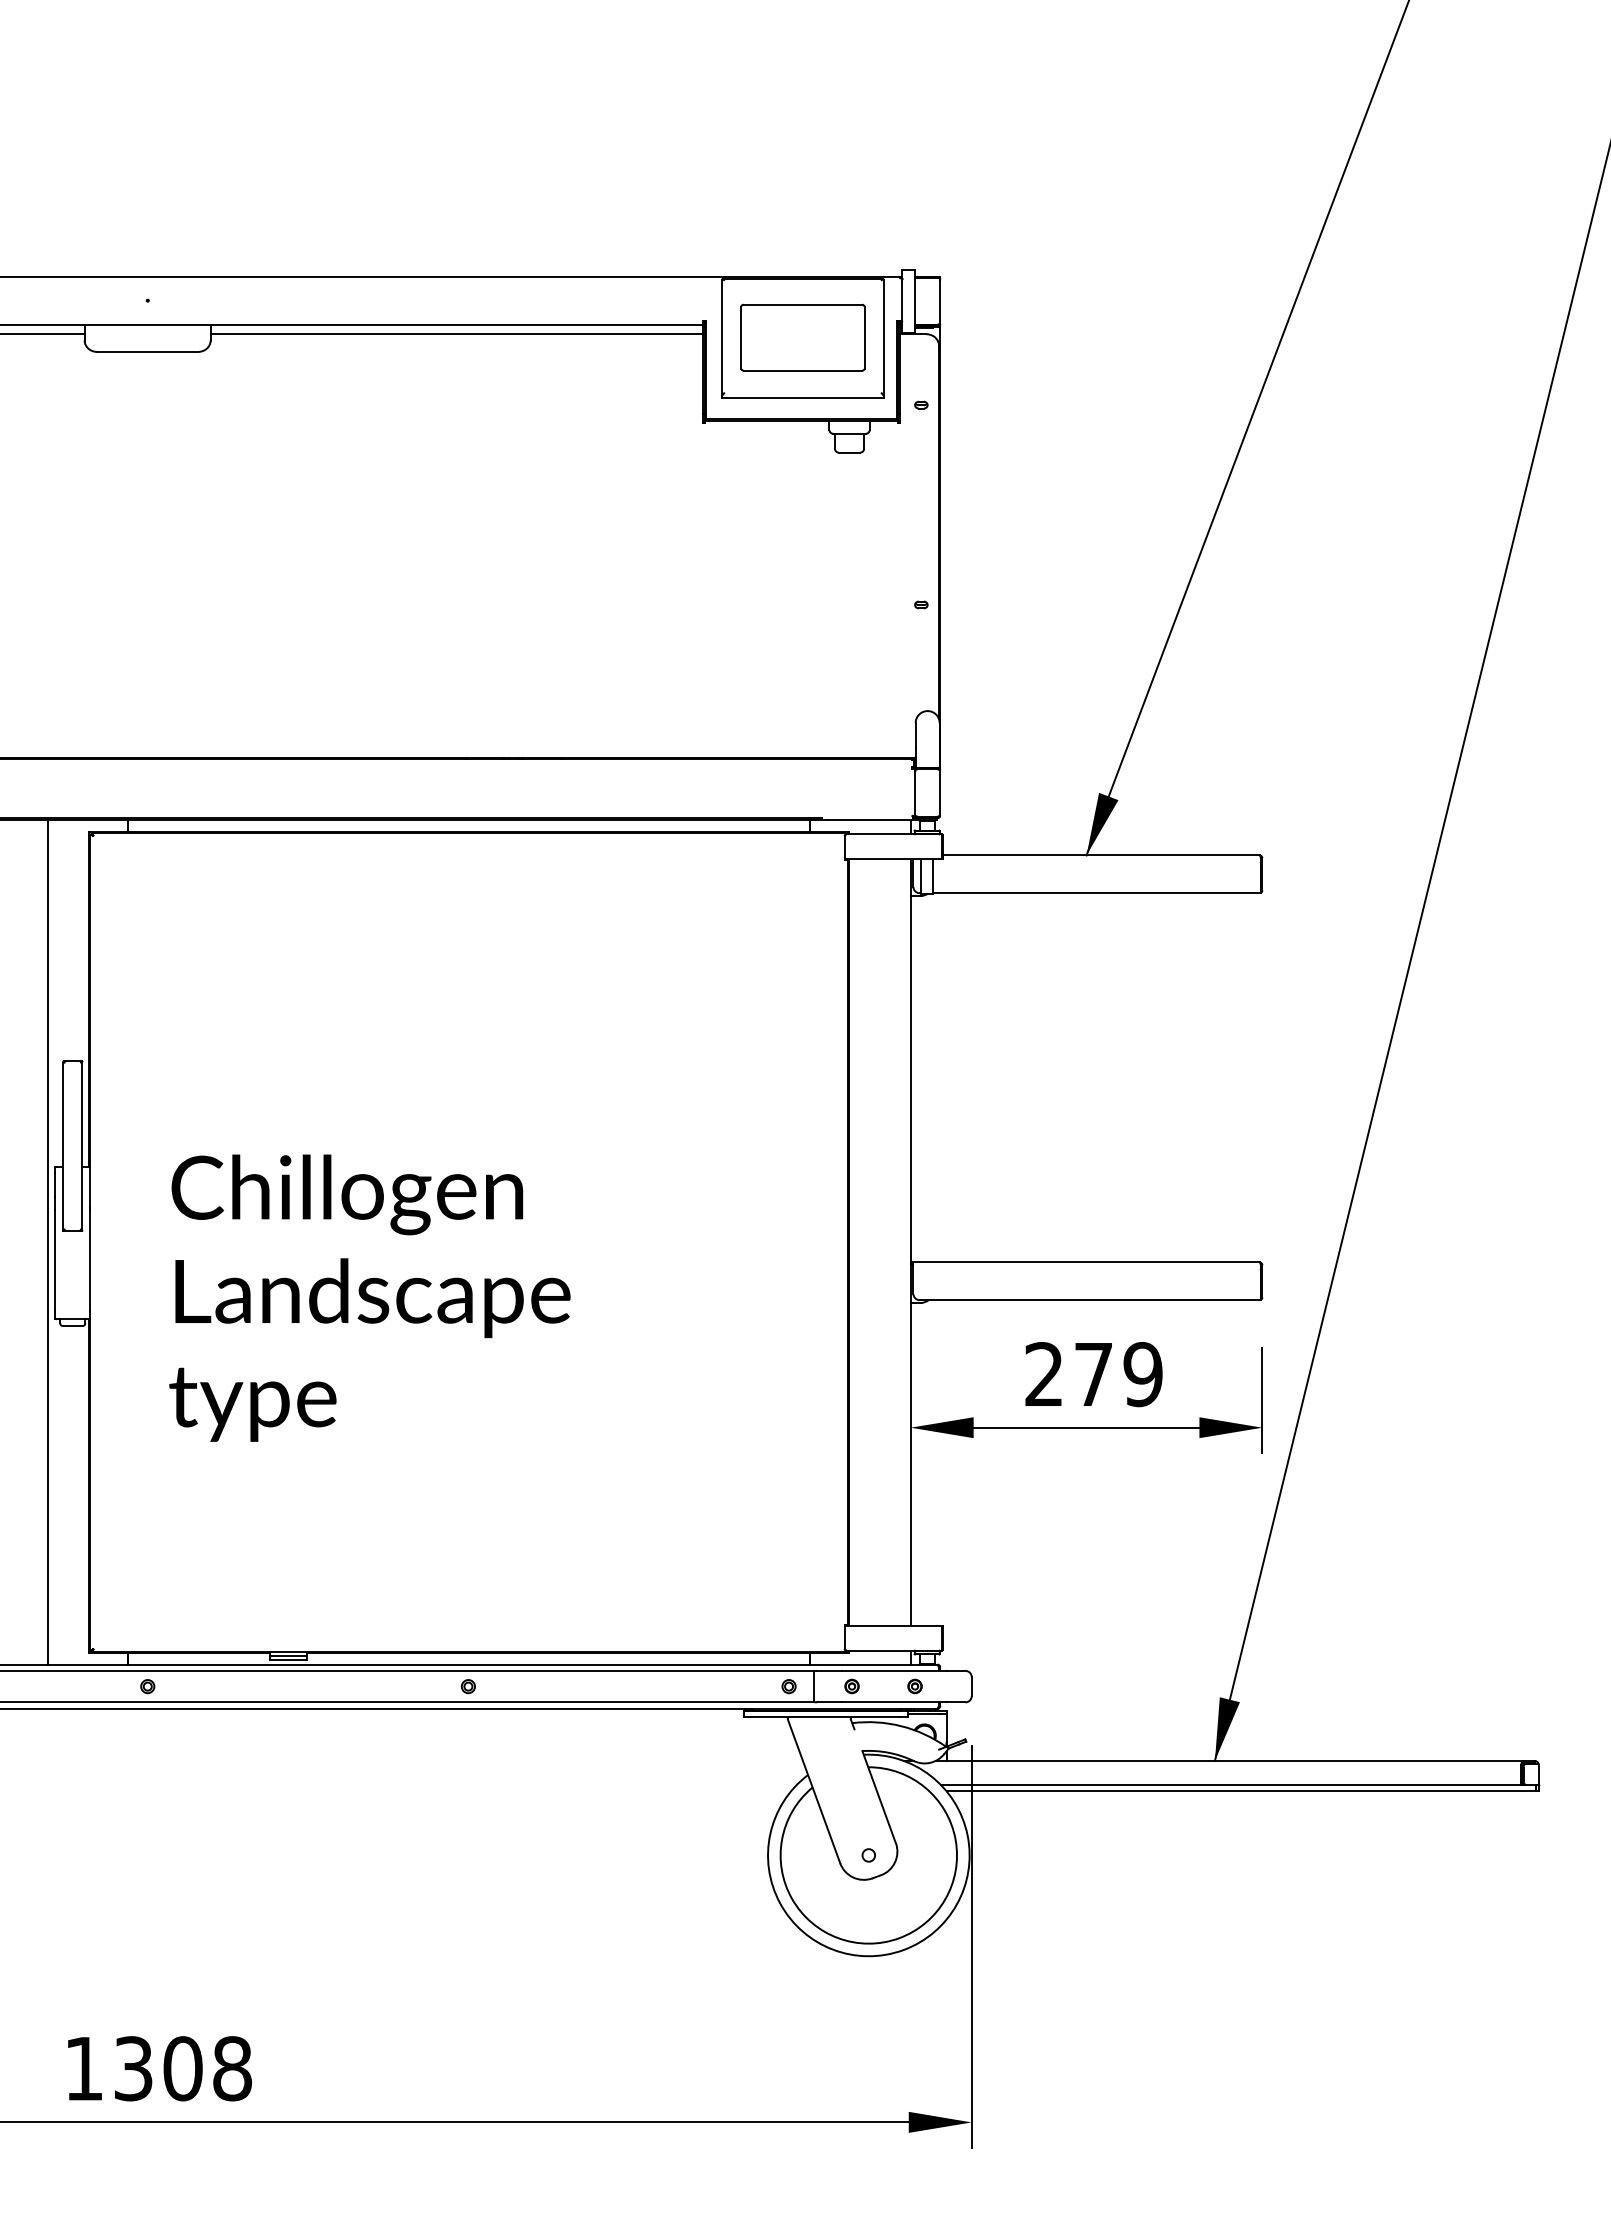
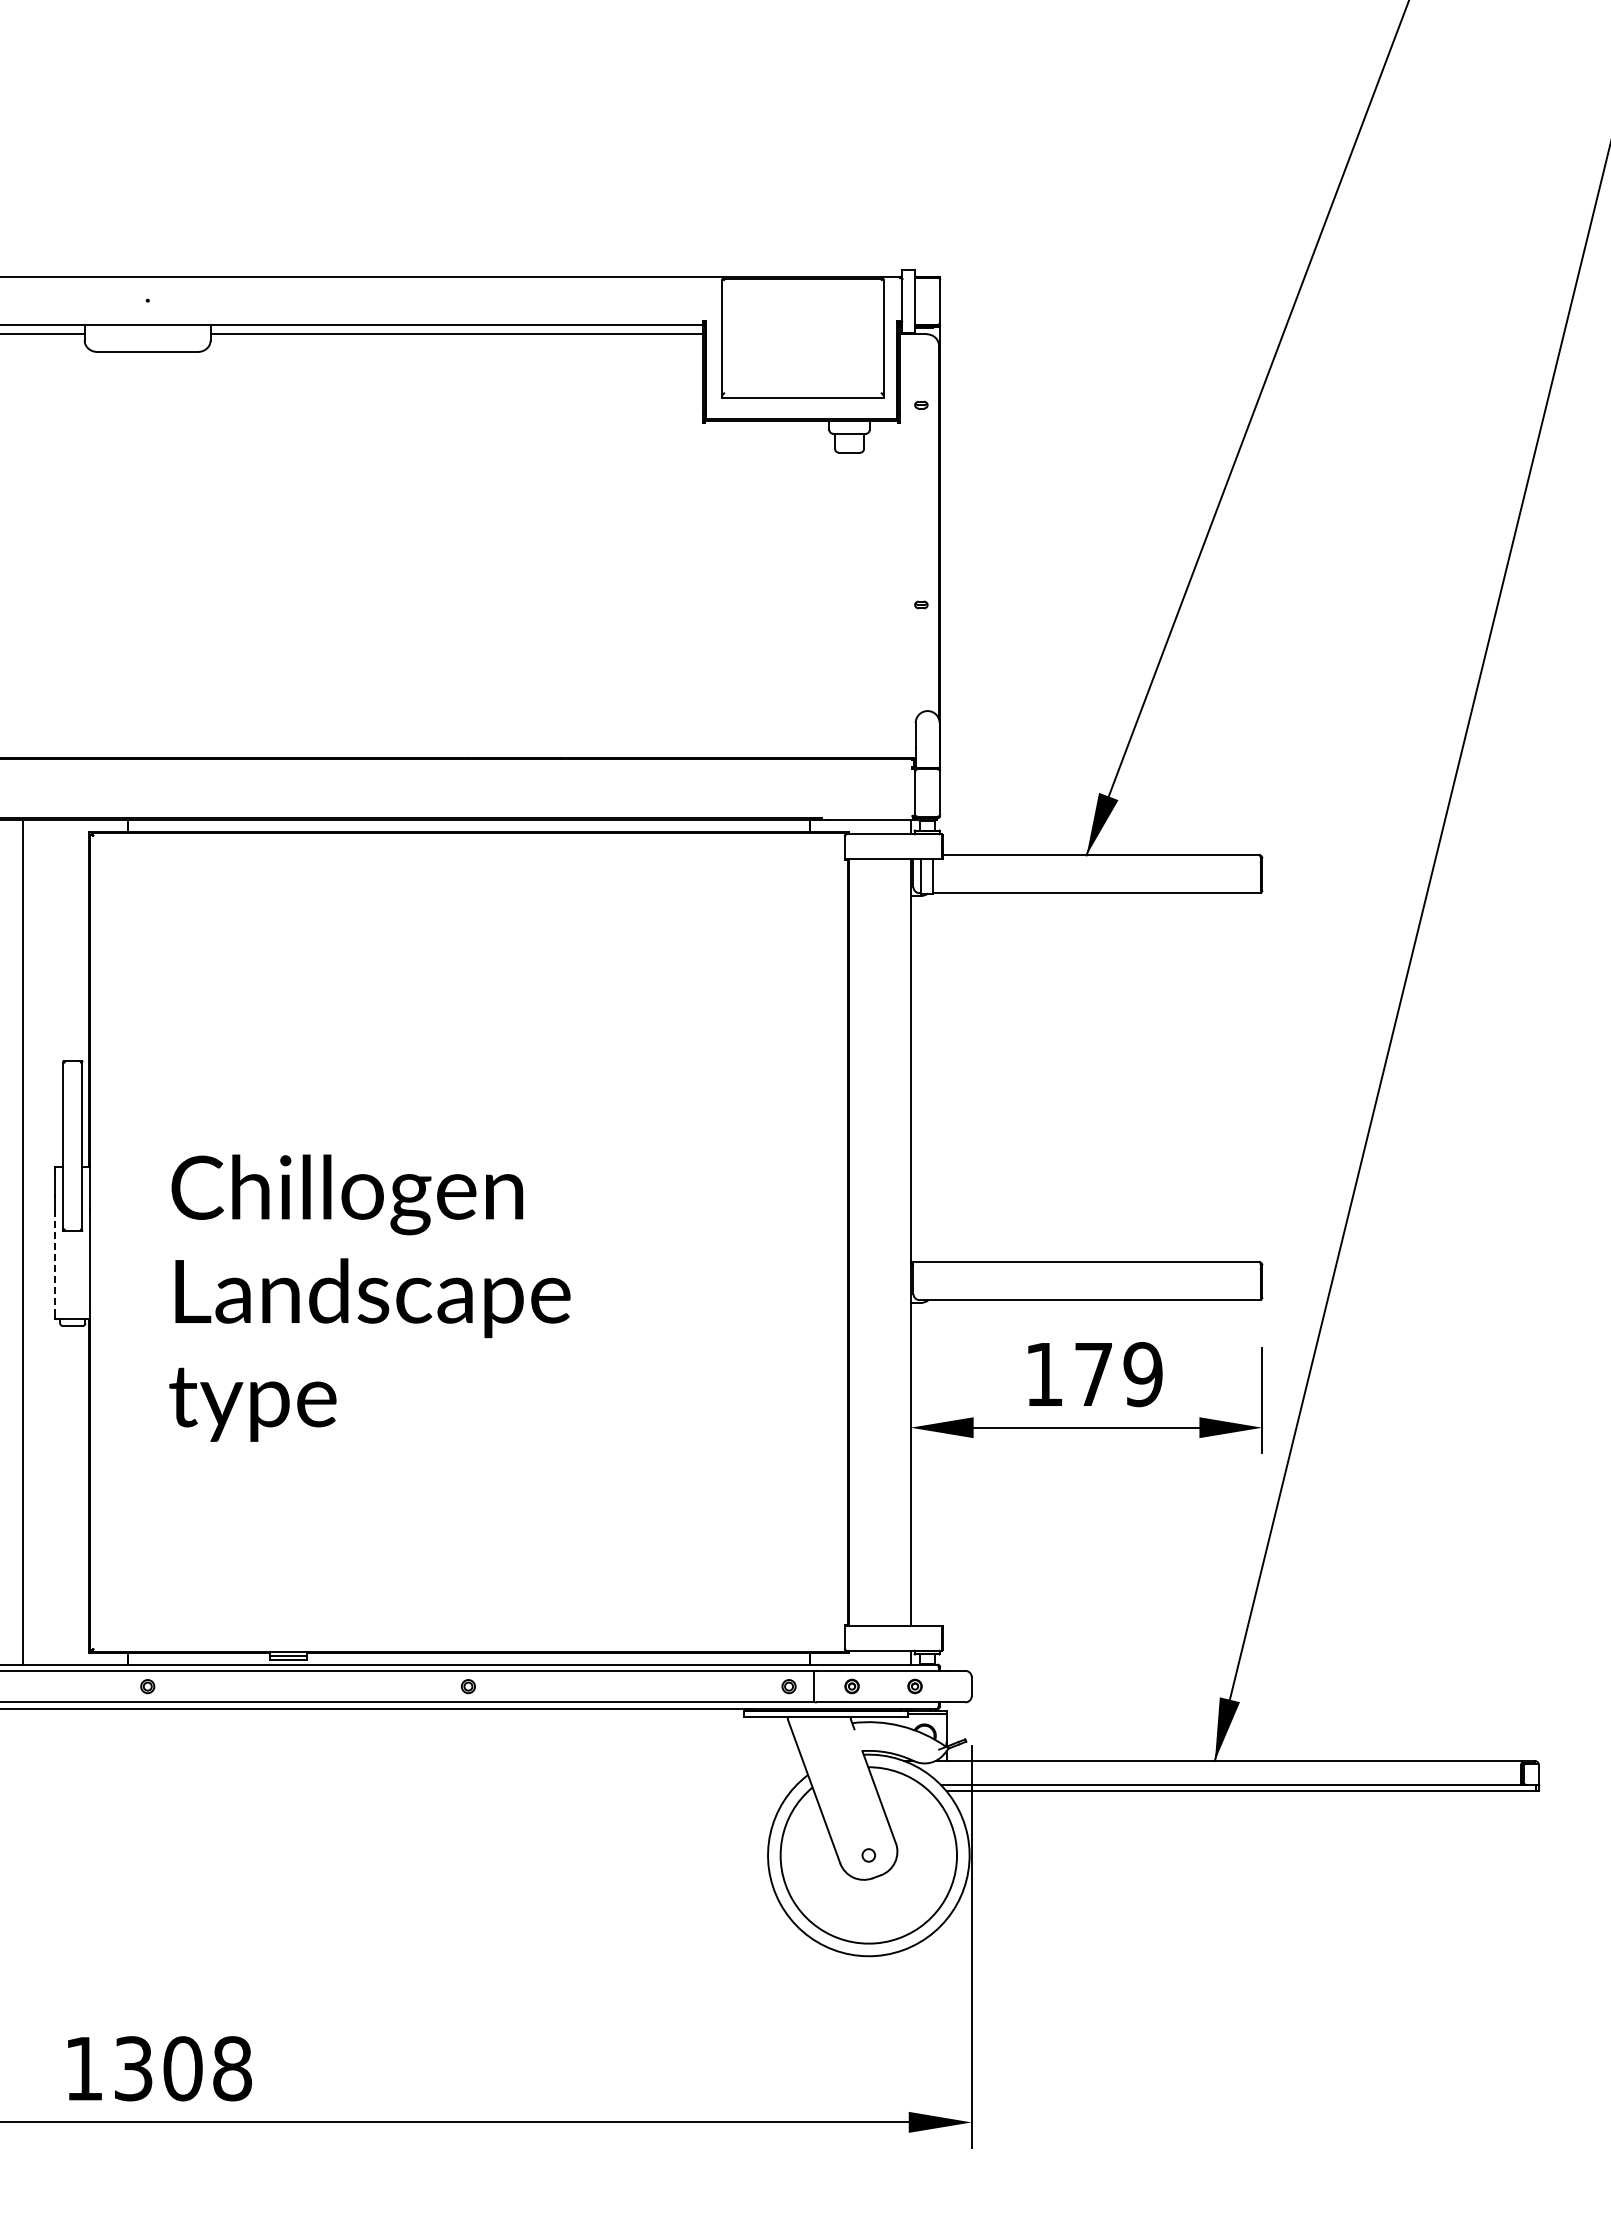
part at (802, 337): present -> none
line at (48, 1242) position: (48, 1242) -> (23, 1242)
line at (55, 1260): solid -> dashed
text at (1043, 1373): 279 -> 179
